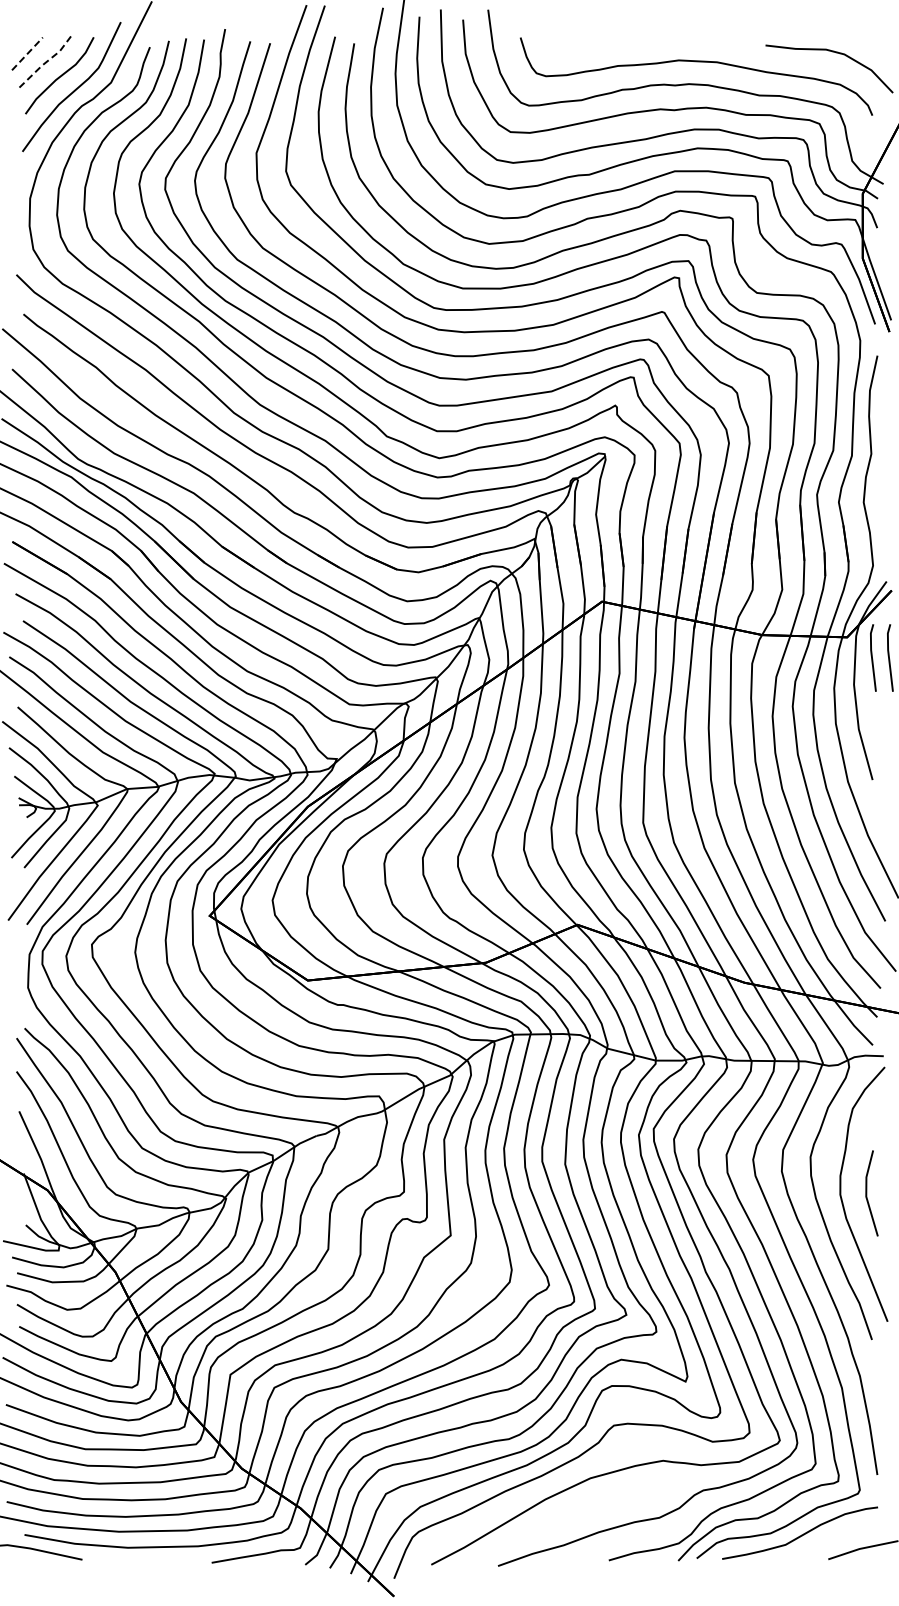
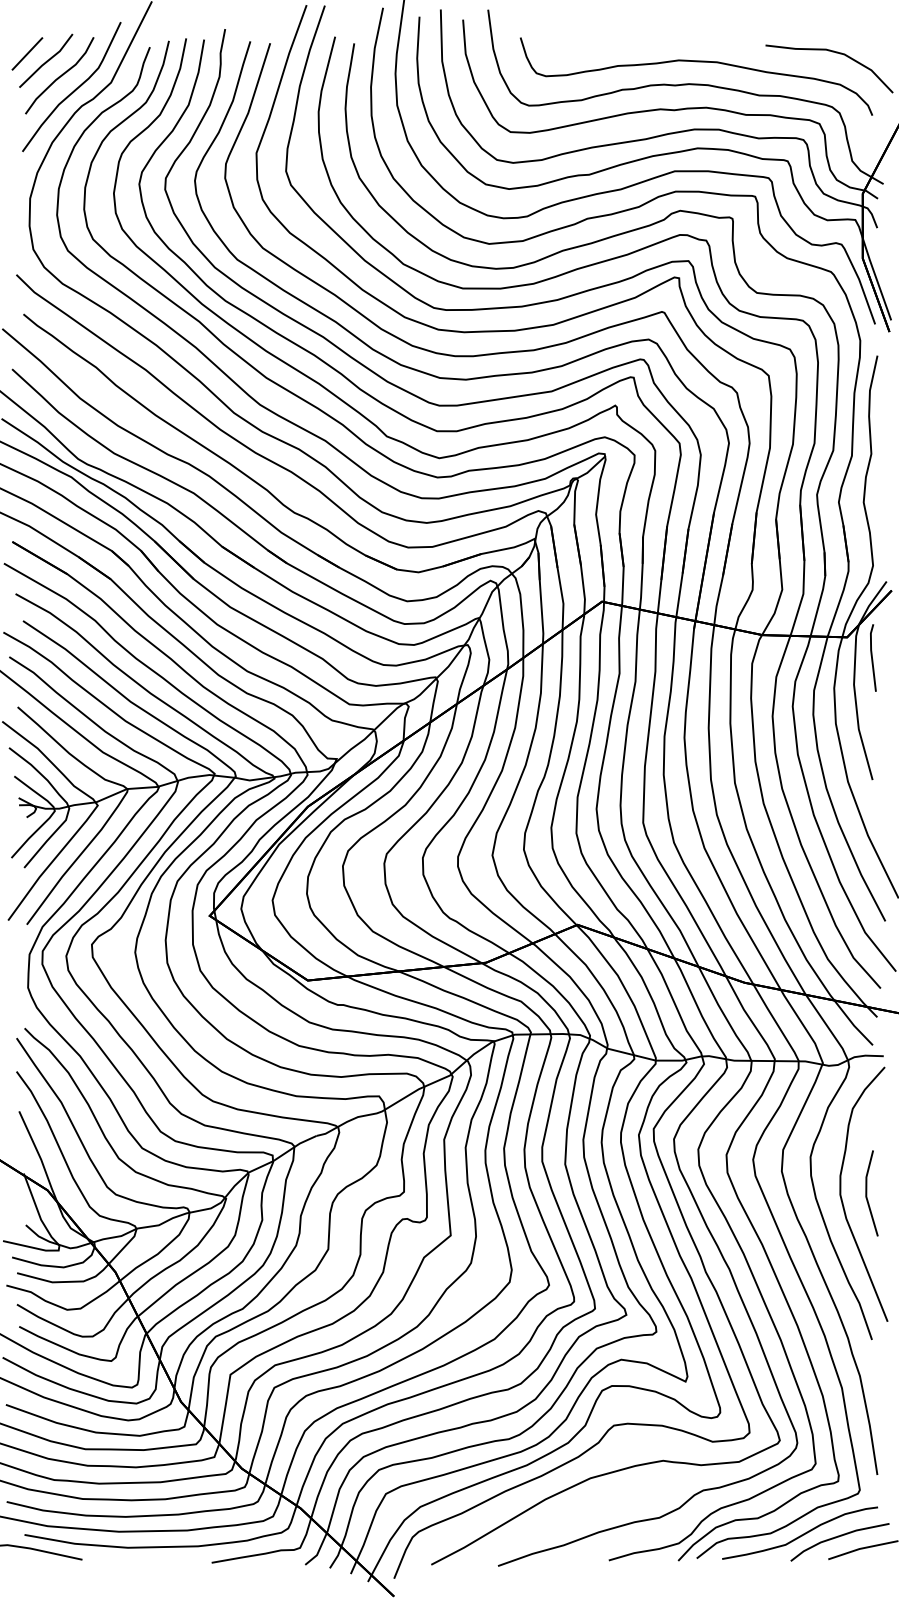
line at (27, 53): dashed -> solid
line at (47, 61): dashed -> solid
line at (889, 657): present -> none
line at (839, 1537): none -> present
